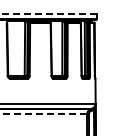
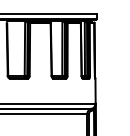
line at (48, 13): dashed -> solid
line at (43, 114): dashed -> solid
